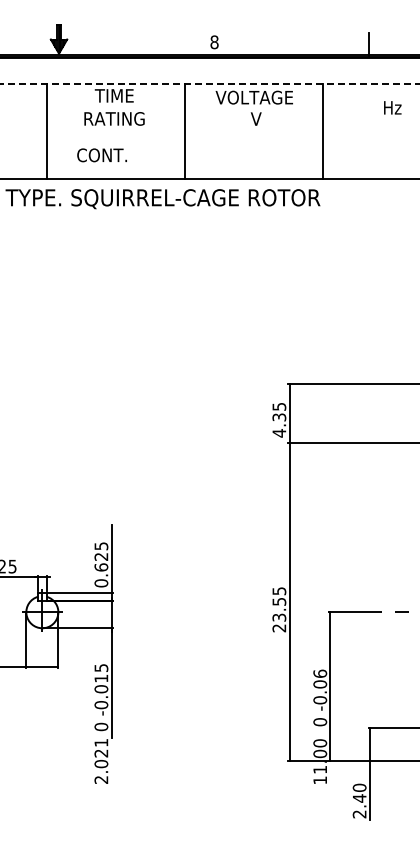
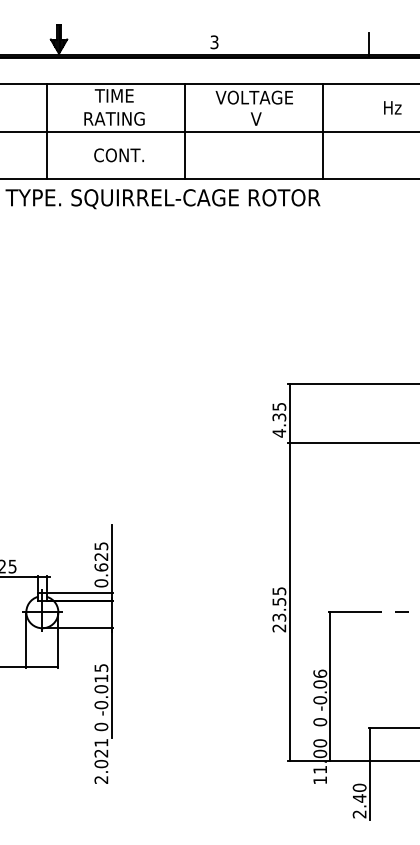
text at (214, 42): 8 -> 3
line at (210, 84): dashed -> solid
line at (209, 131): none -> present
text at (101, 155) position: (101, 155) -> (118, 155)
